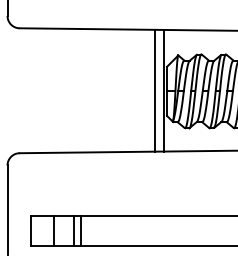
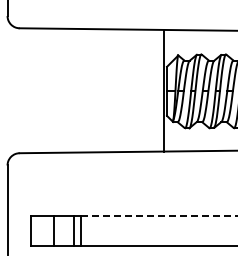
line at (154, 90): present -> none
line at (159, 216): solid -> dashed
